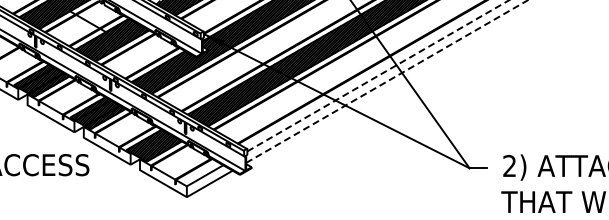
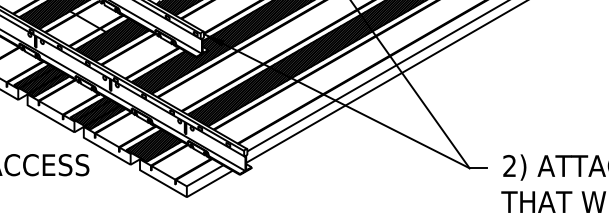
line at (378, 75): dashed -> solid
line at (387, 81): dashed -> solid
